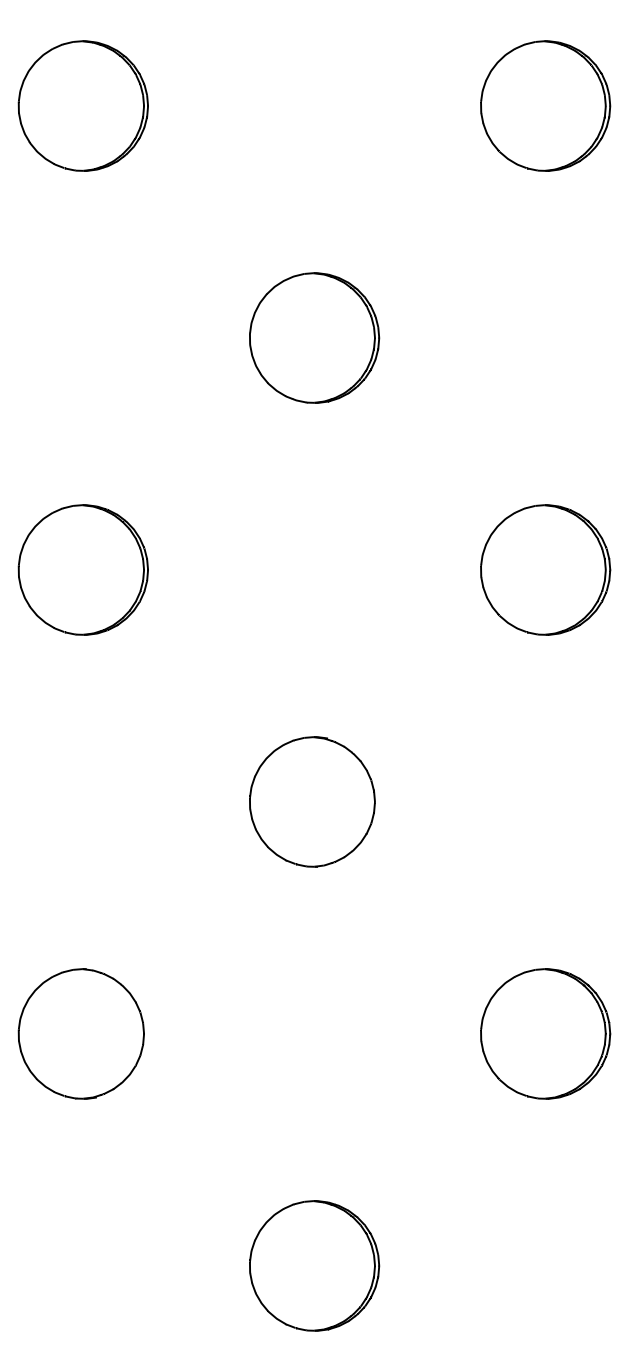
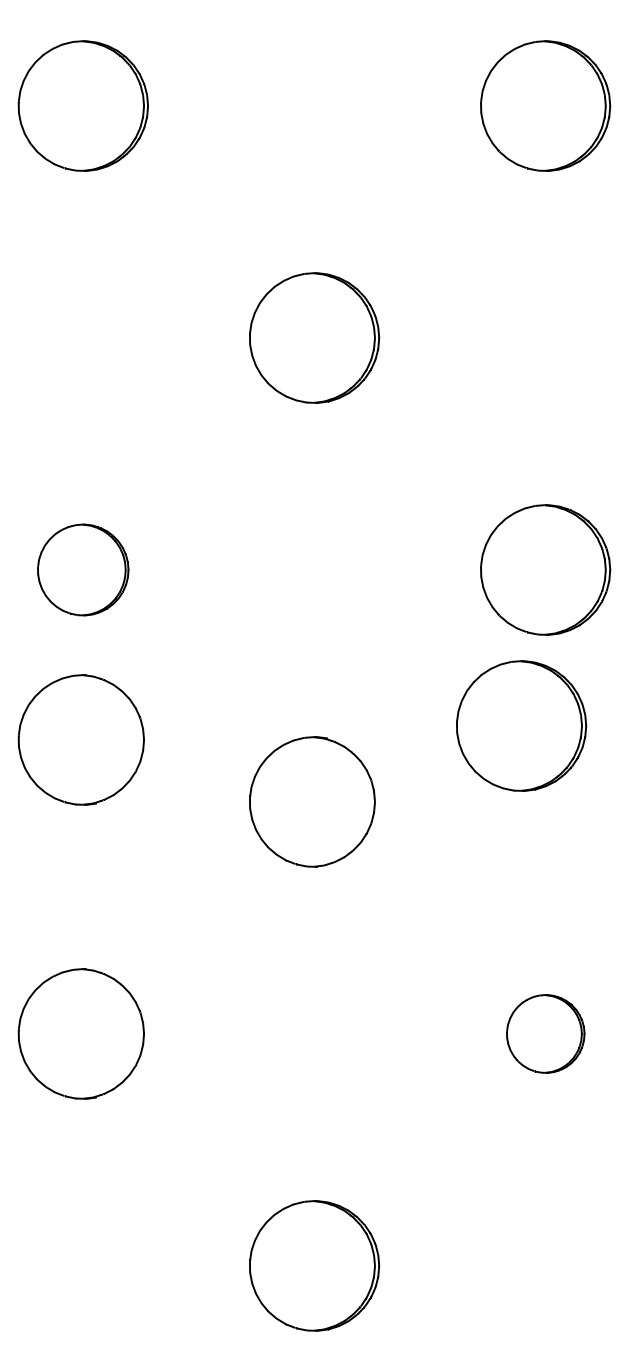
part at (82, 569) size: 132x132 px -> 93x94 px
part at (521, 725): none -> present
part at (80, 739): none -> present
part at (545, 1033) size: 132x132 px -> 80x80 px
